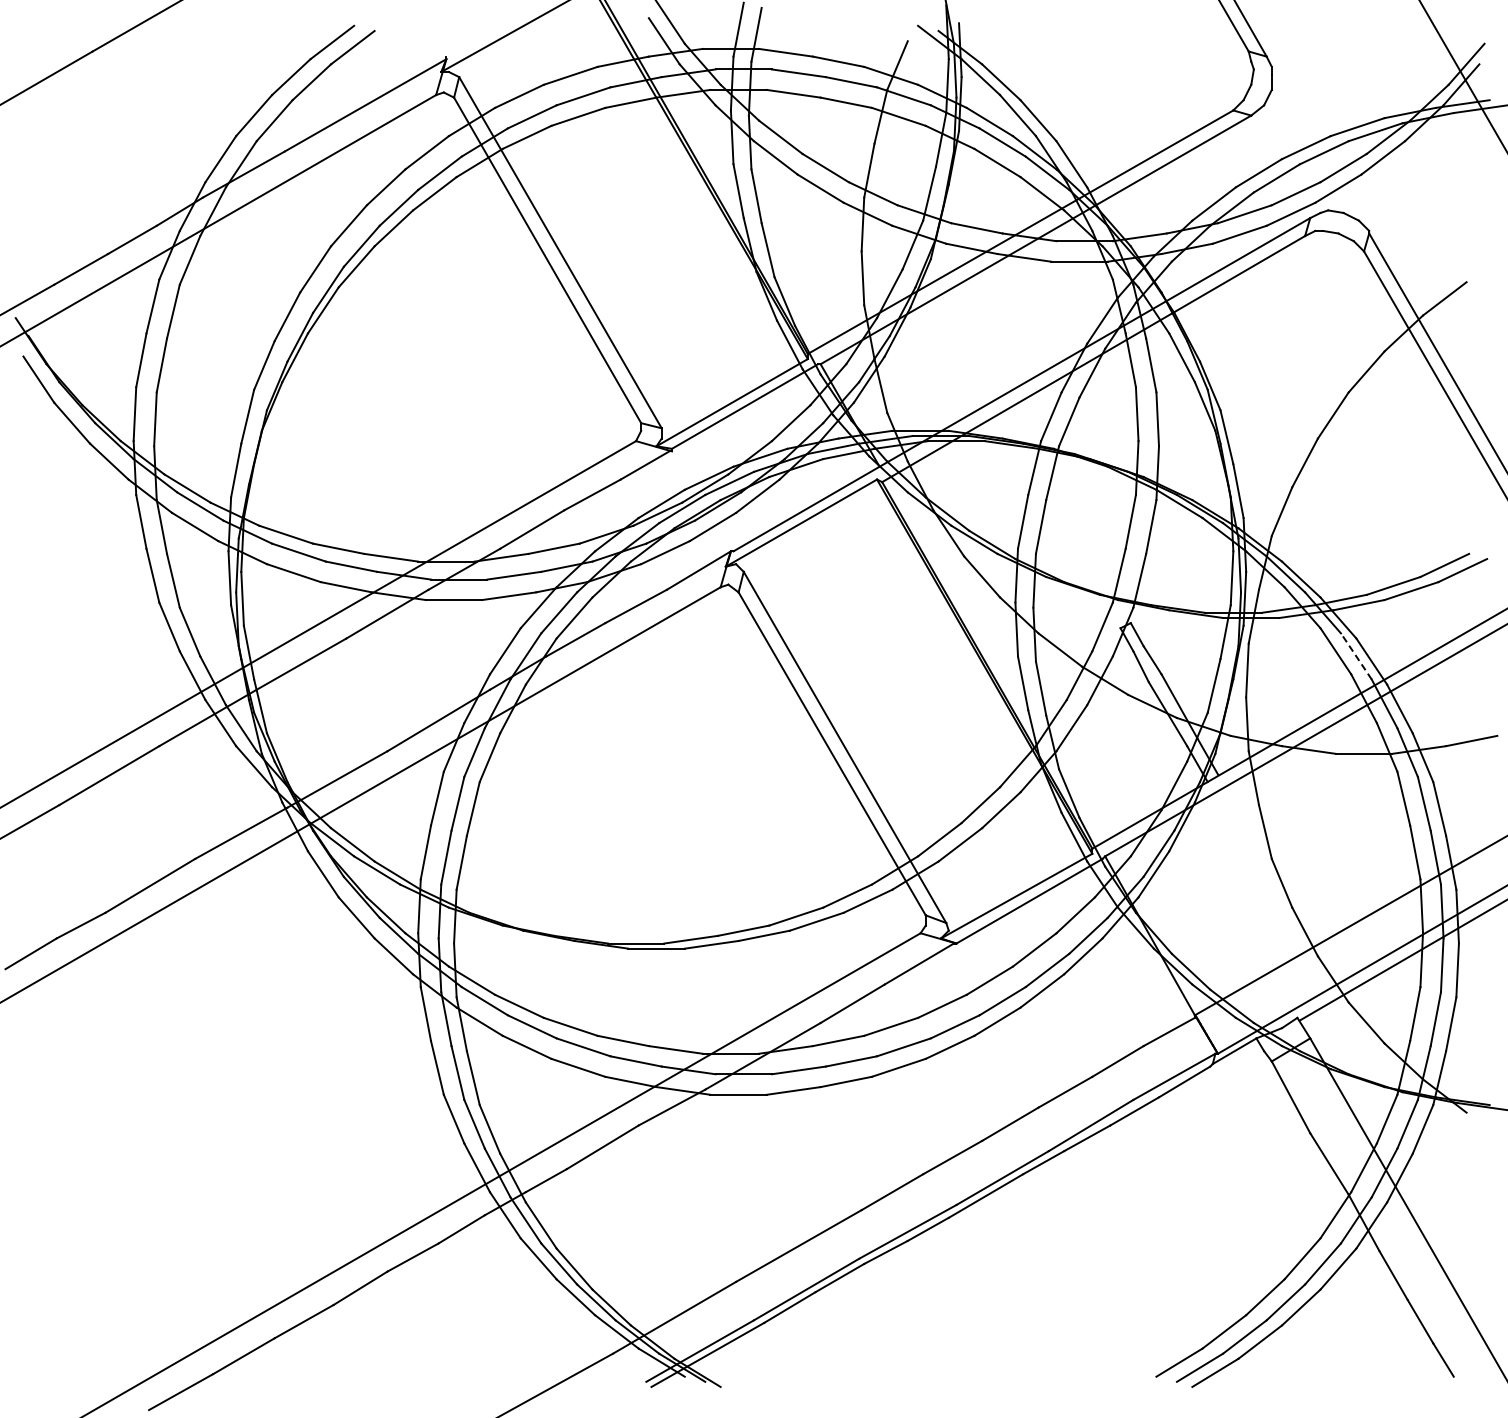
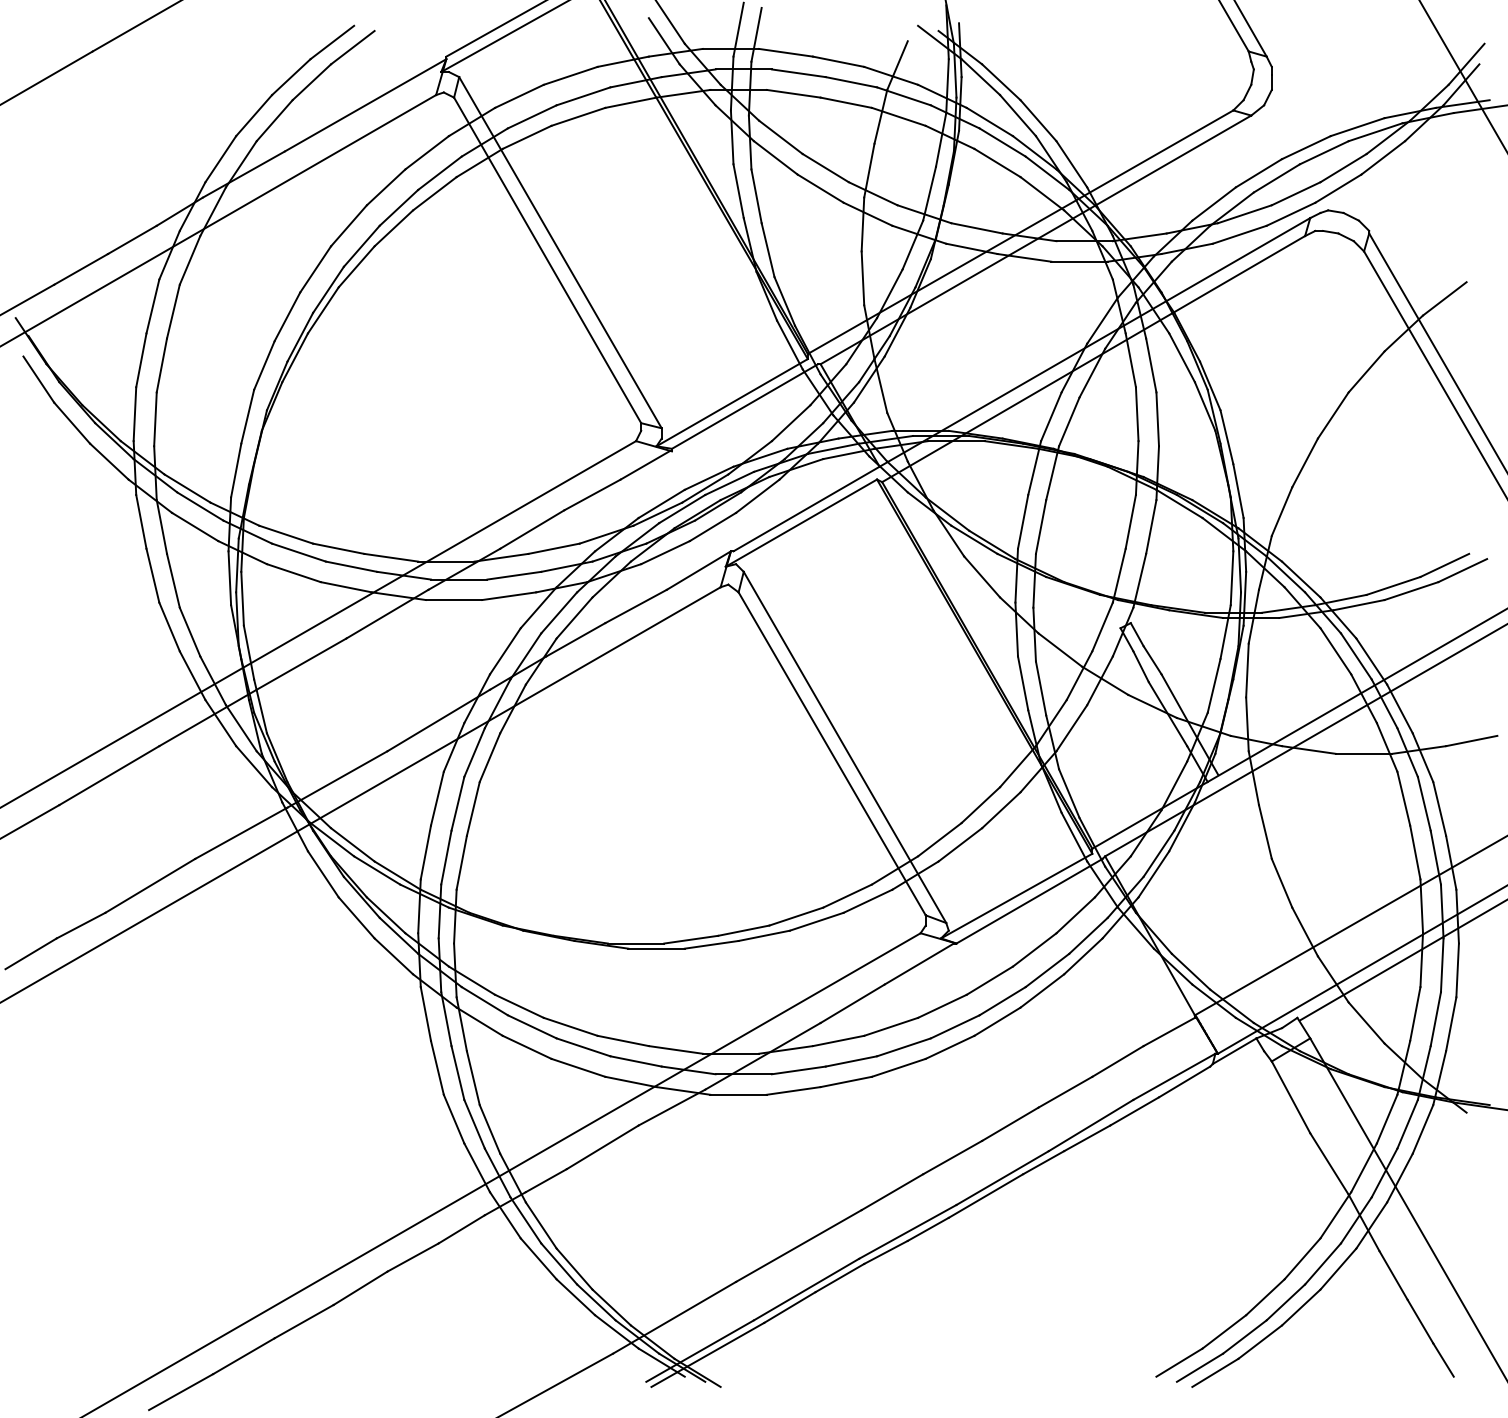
line at (494, 29): none -> present
line at (1356, 656): dashed -> solid
